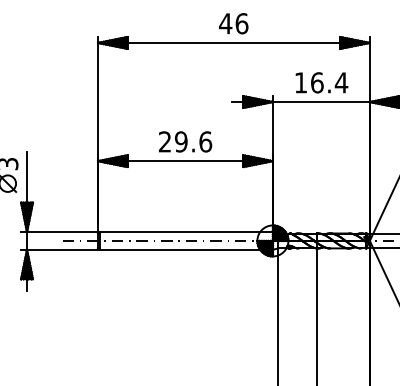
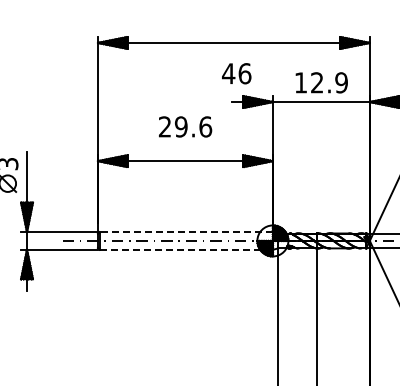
text at (233, 23) position: (233, 23) -> (236, 73)
text at (329, 82): 16.4 -> 12.9
text at (185, 141) position: (185, 141) -> (185, 126)
line at (186, 232): solid -> dashed
line at (186, 249): solid -> dashed
